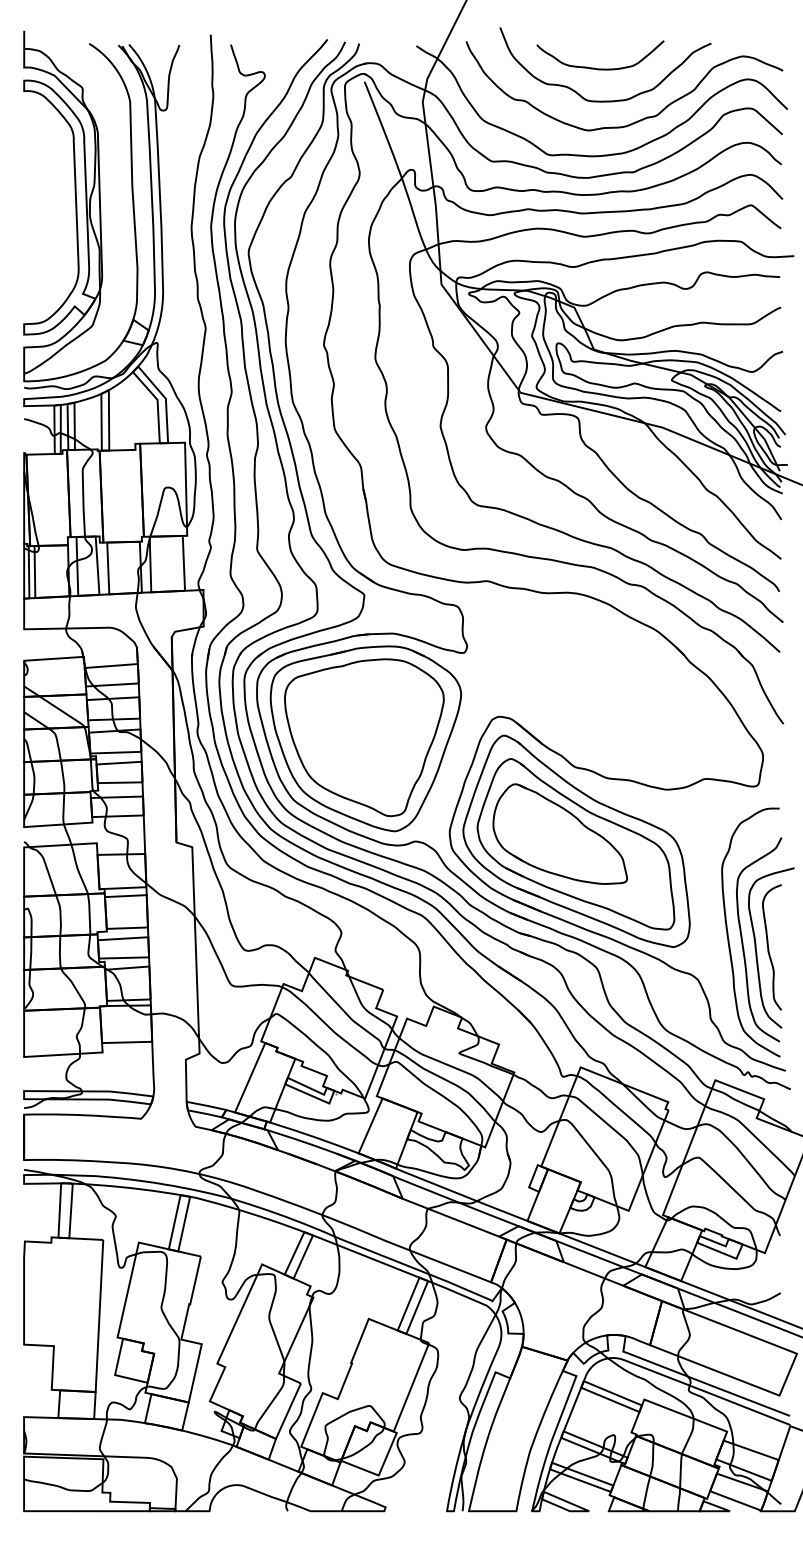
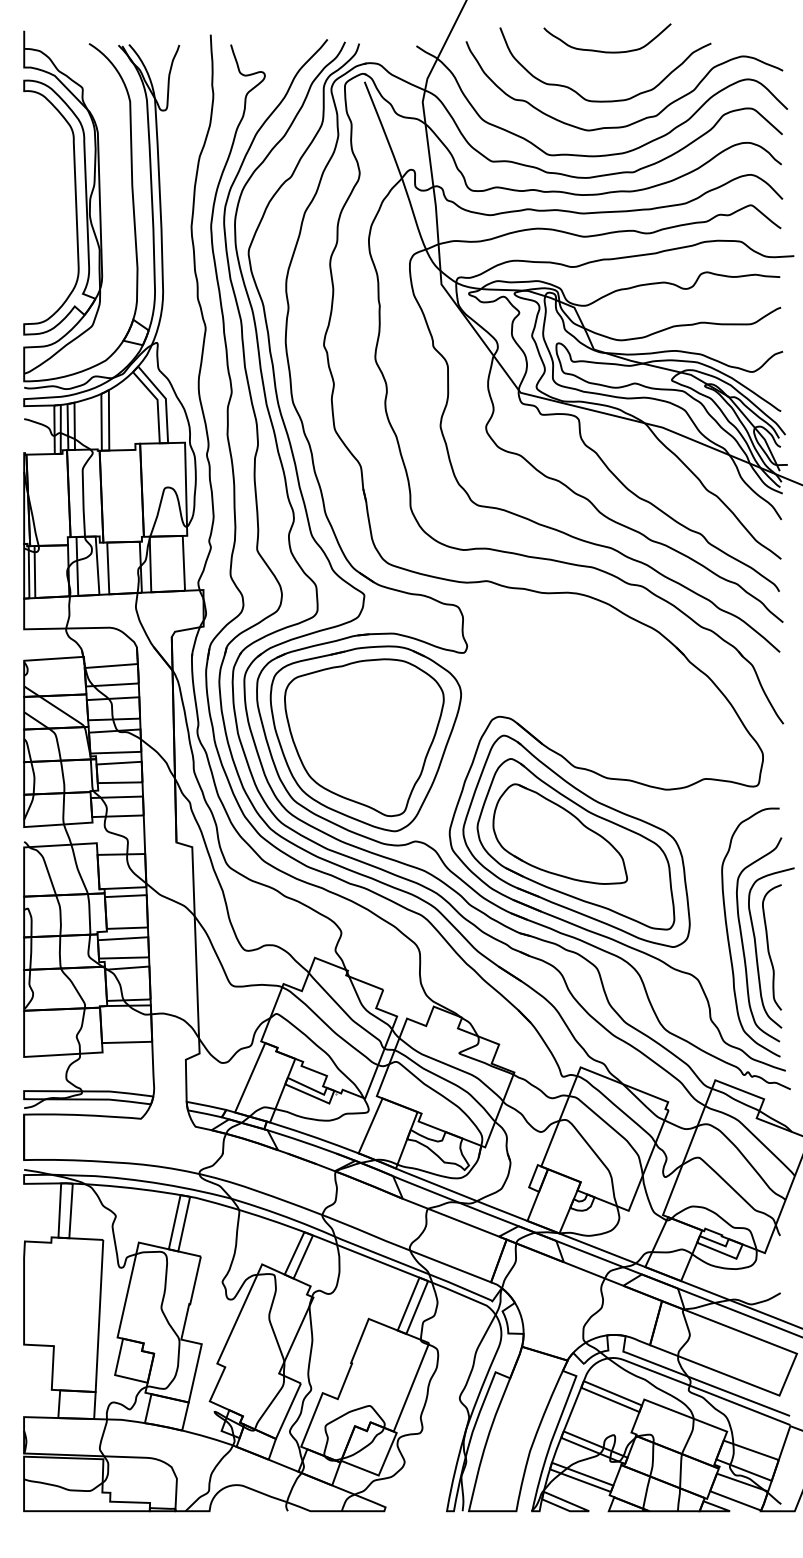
curve at (600, 68) position: (600, 68) -> (607, 51)
